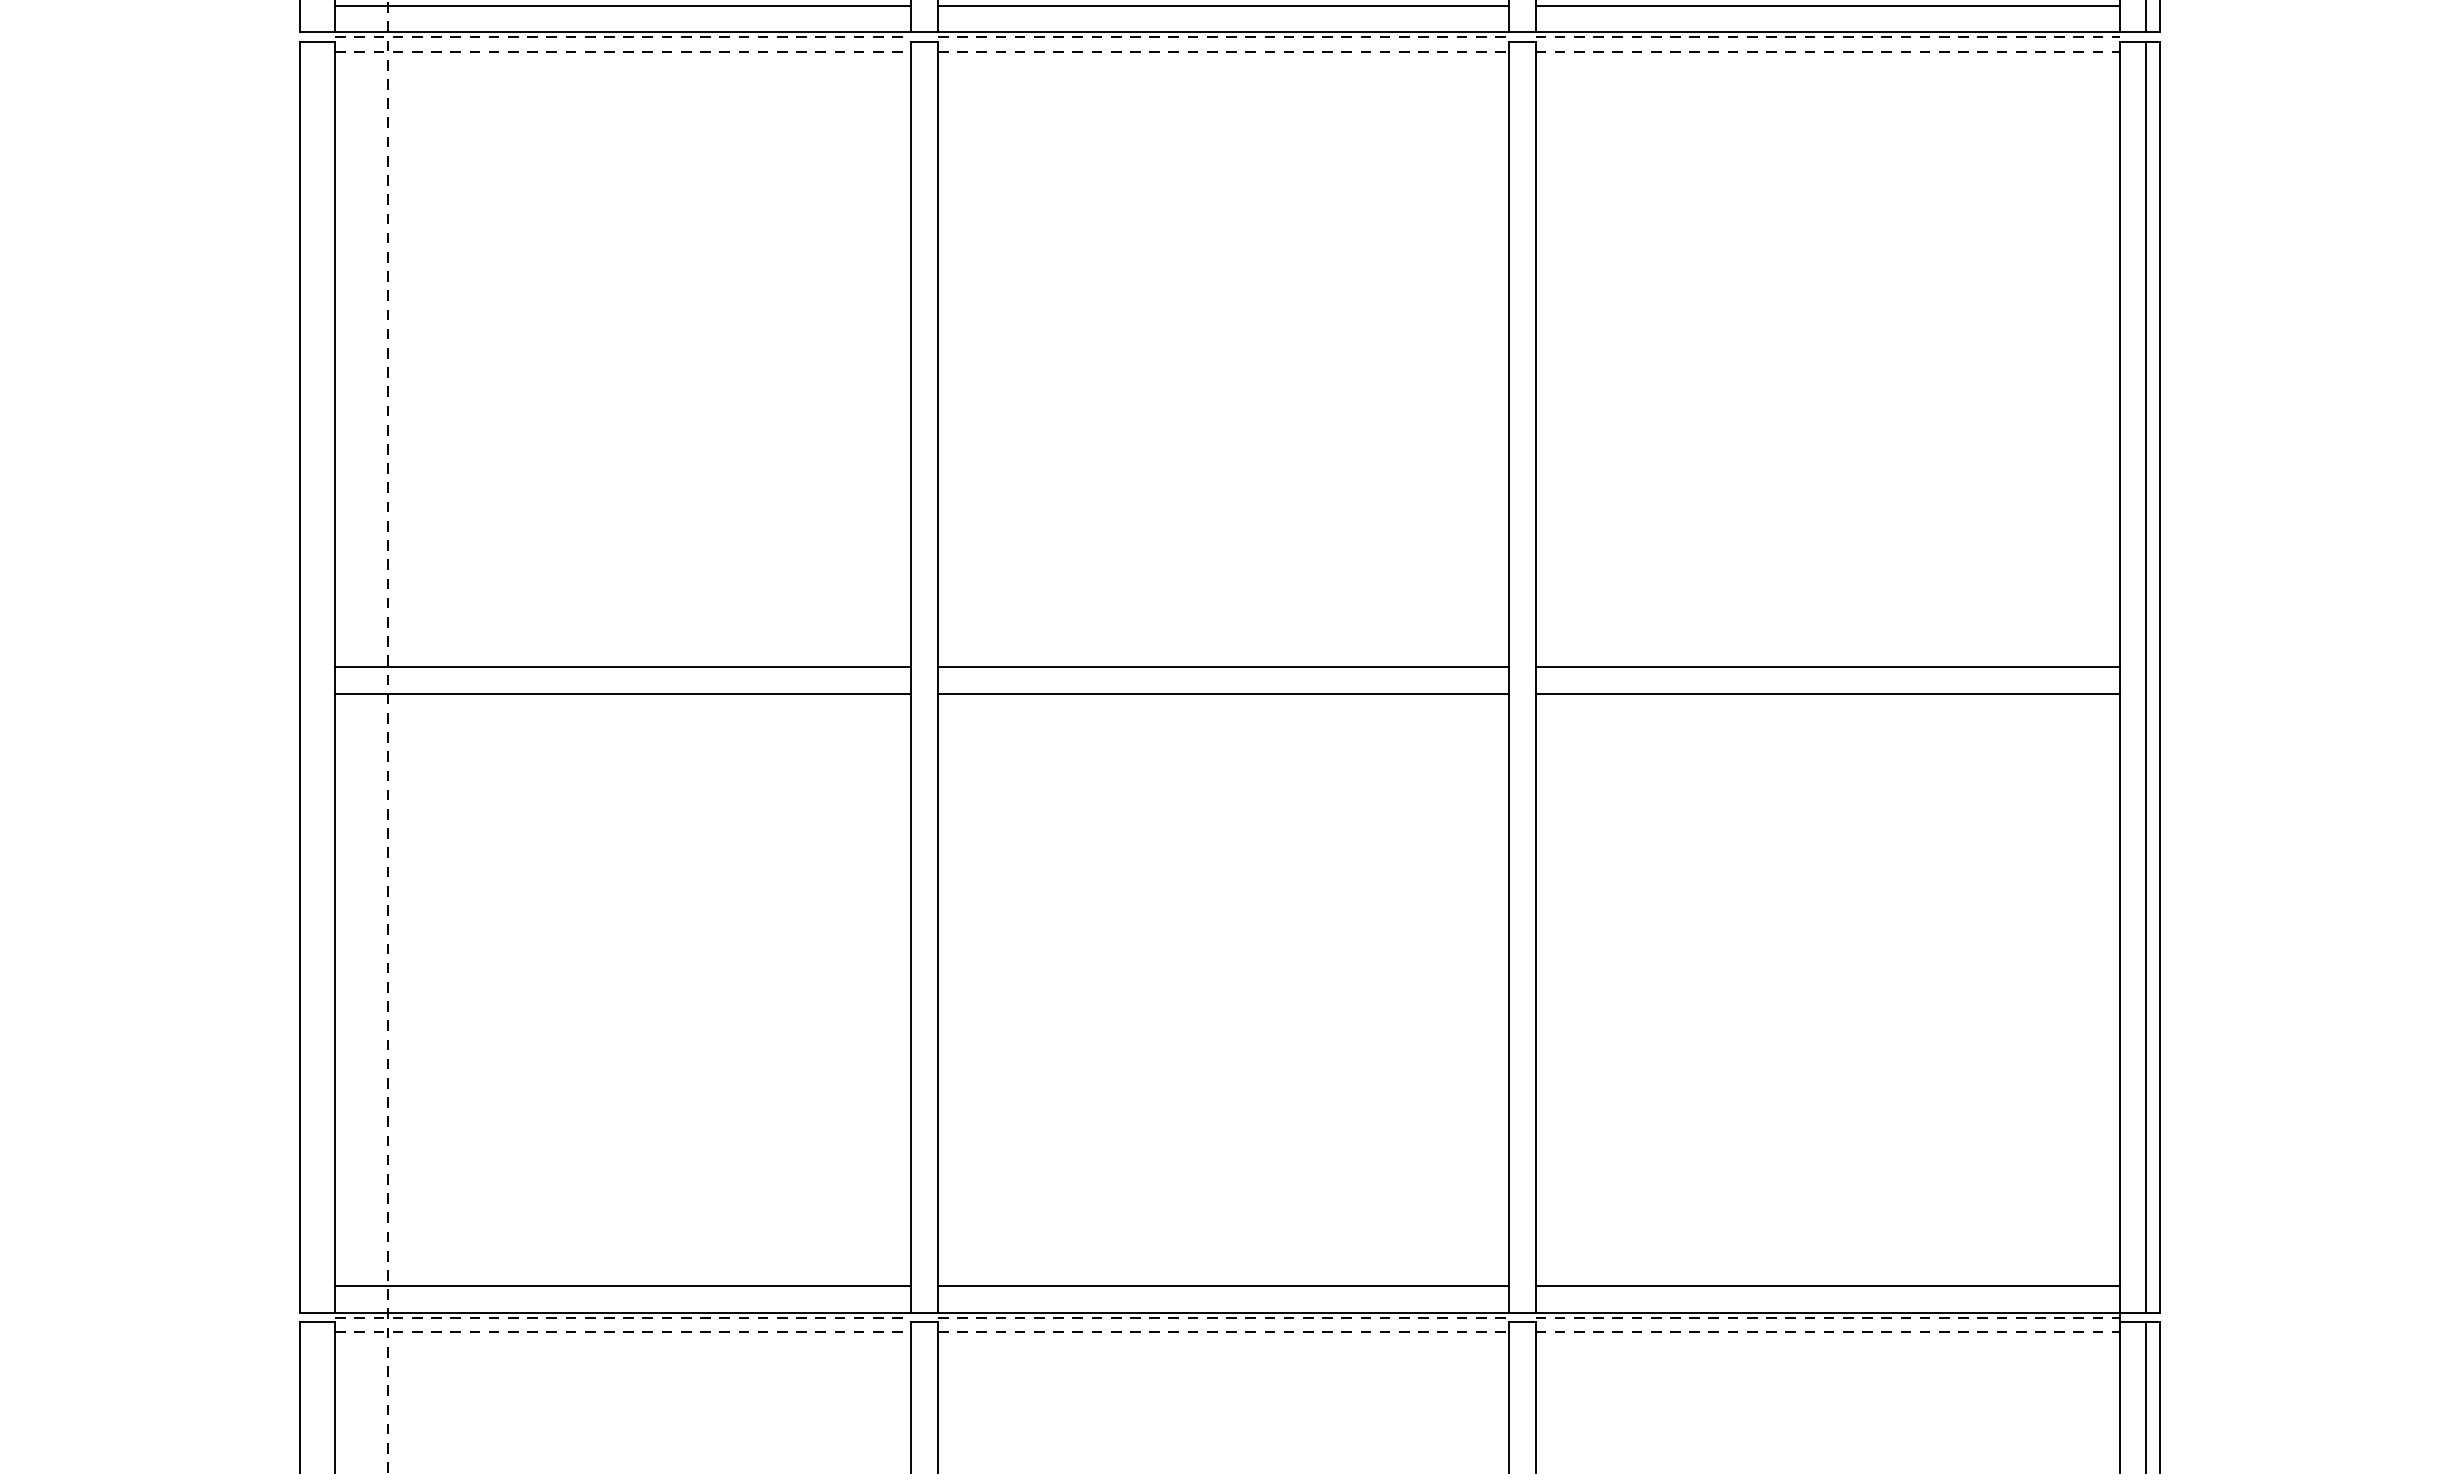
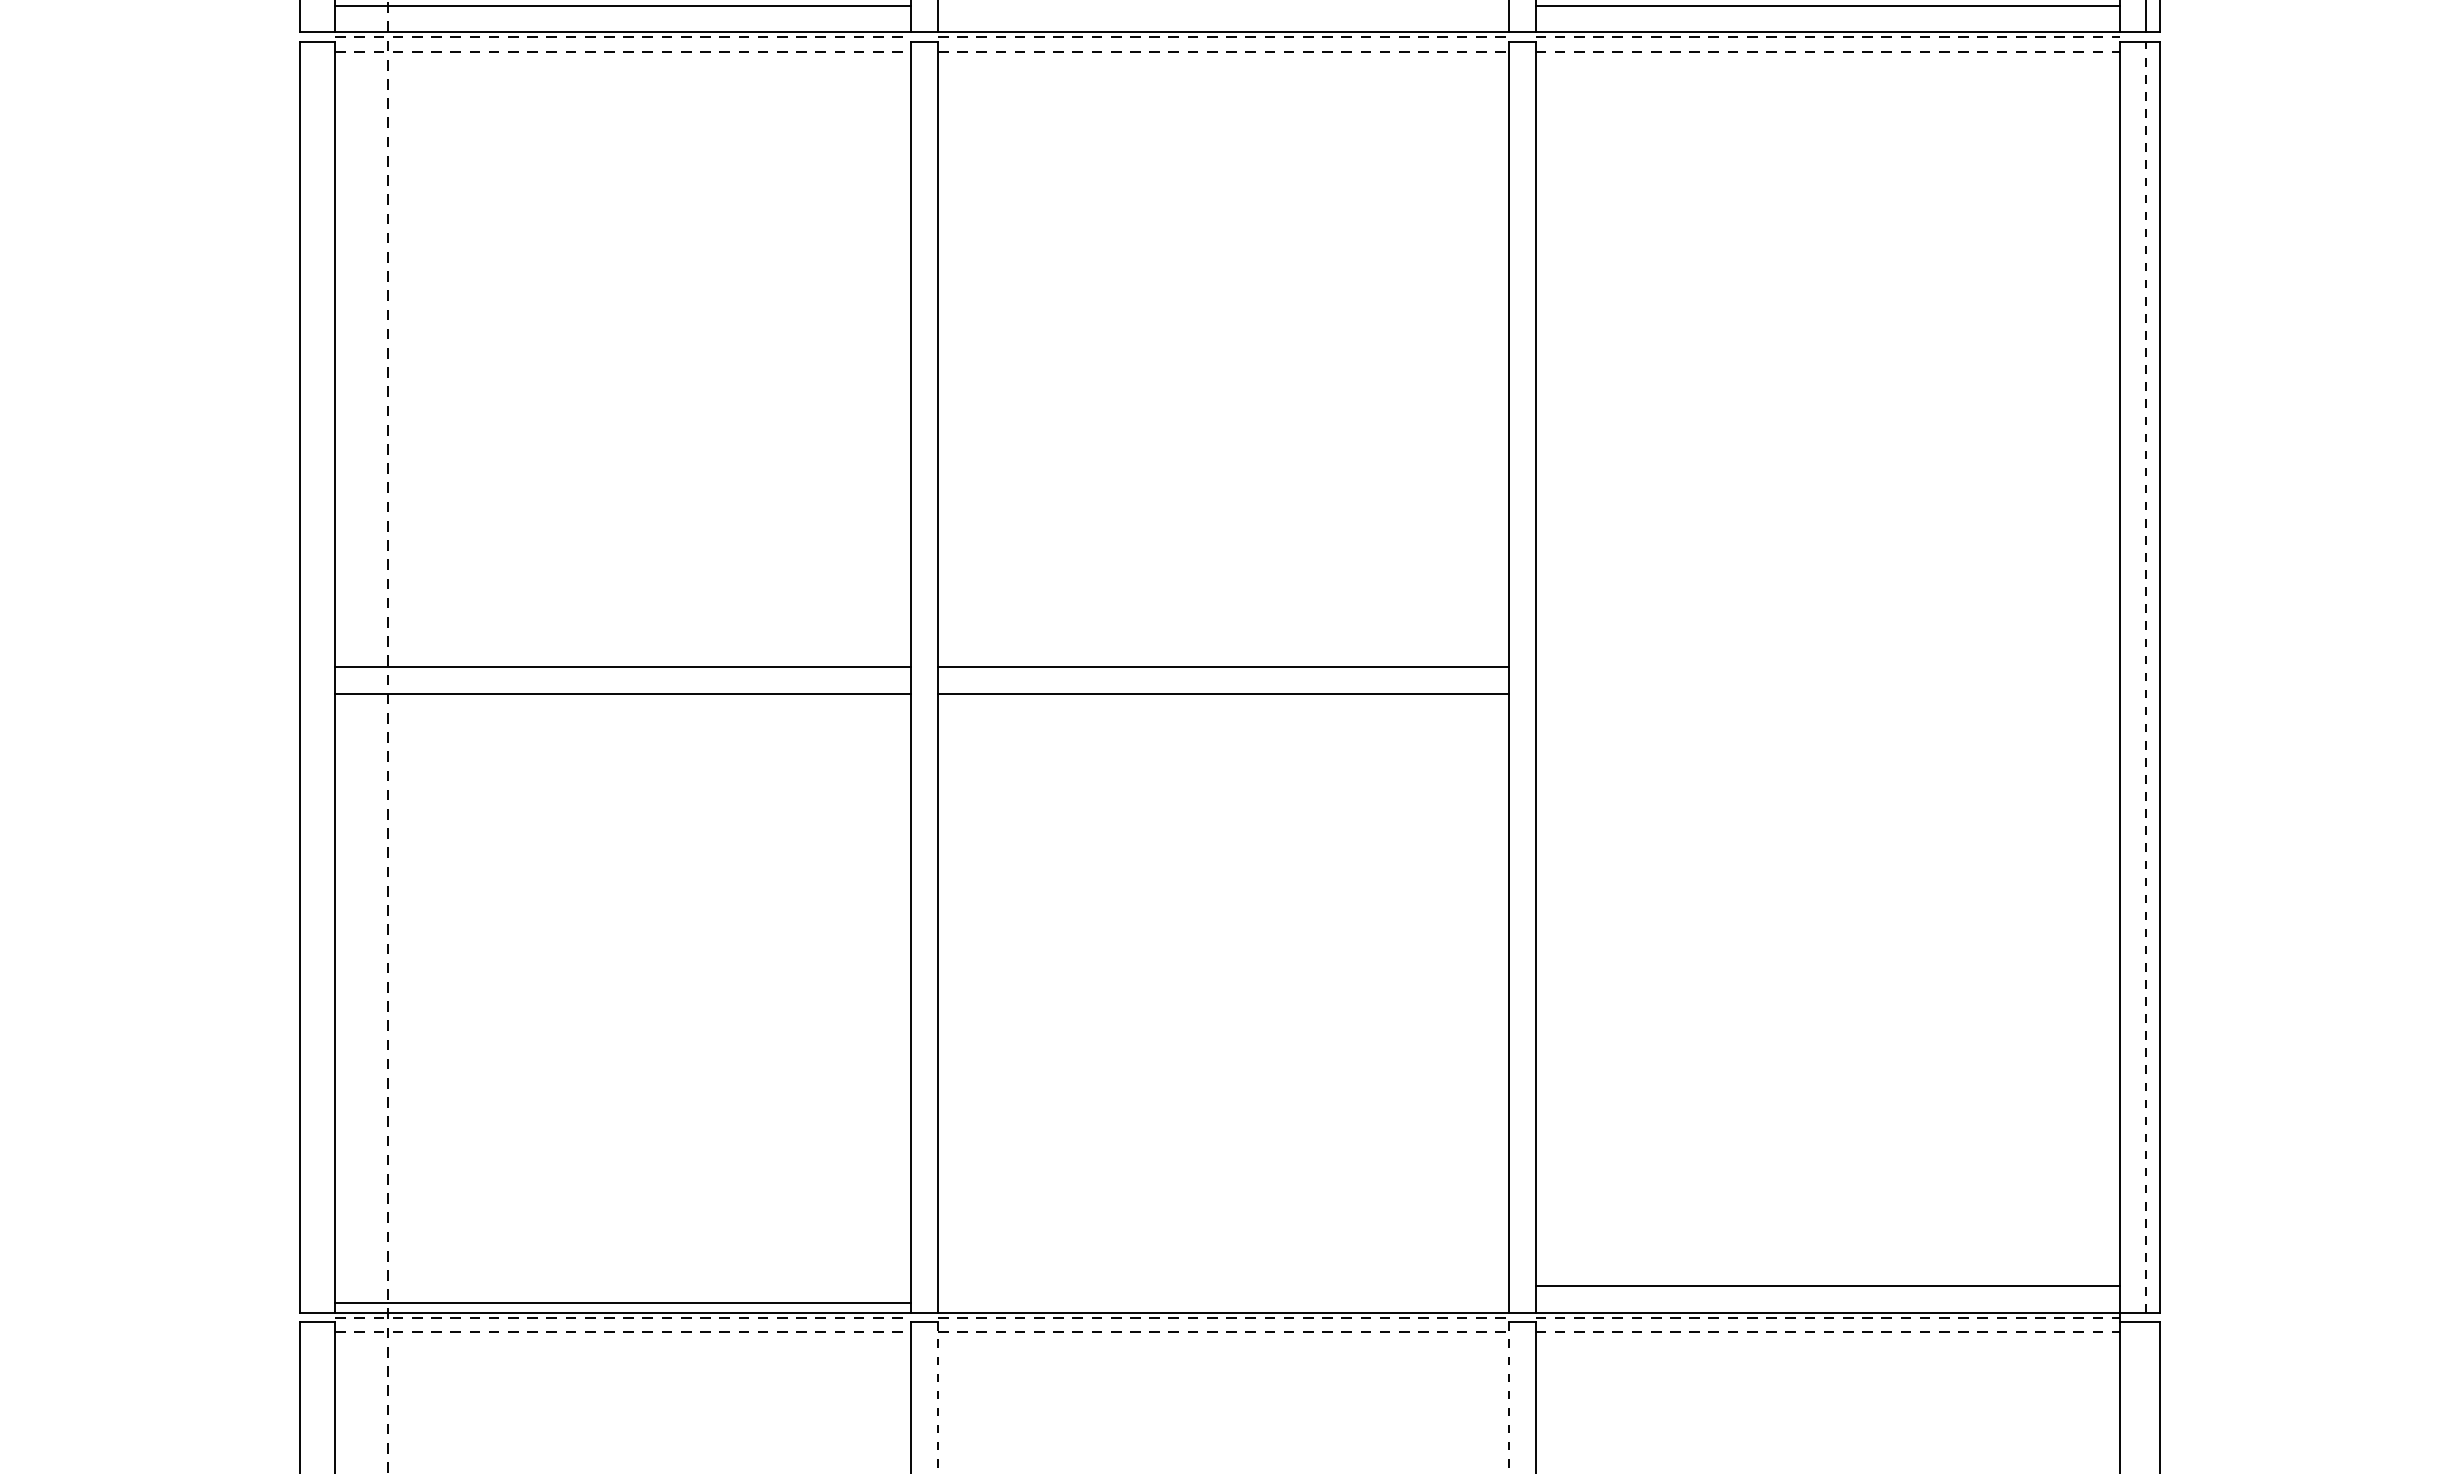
line at (1222, 5): present -> none
line at (1827, 667): present -> none
line at (2146, 677): solid -> dashed
line at (1827, 694): present -> none
line at (623, 1286) position: (623, 1286) -> (623, 1303)
line at (1222, 1286): present -> none
line at (2146, 1396): present -> none
line at (937, 1398): solid -> dashed
line at (1508, 1398): solid -> dashed
